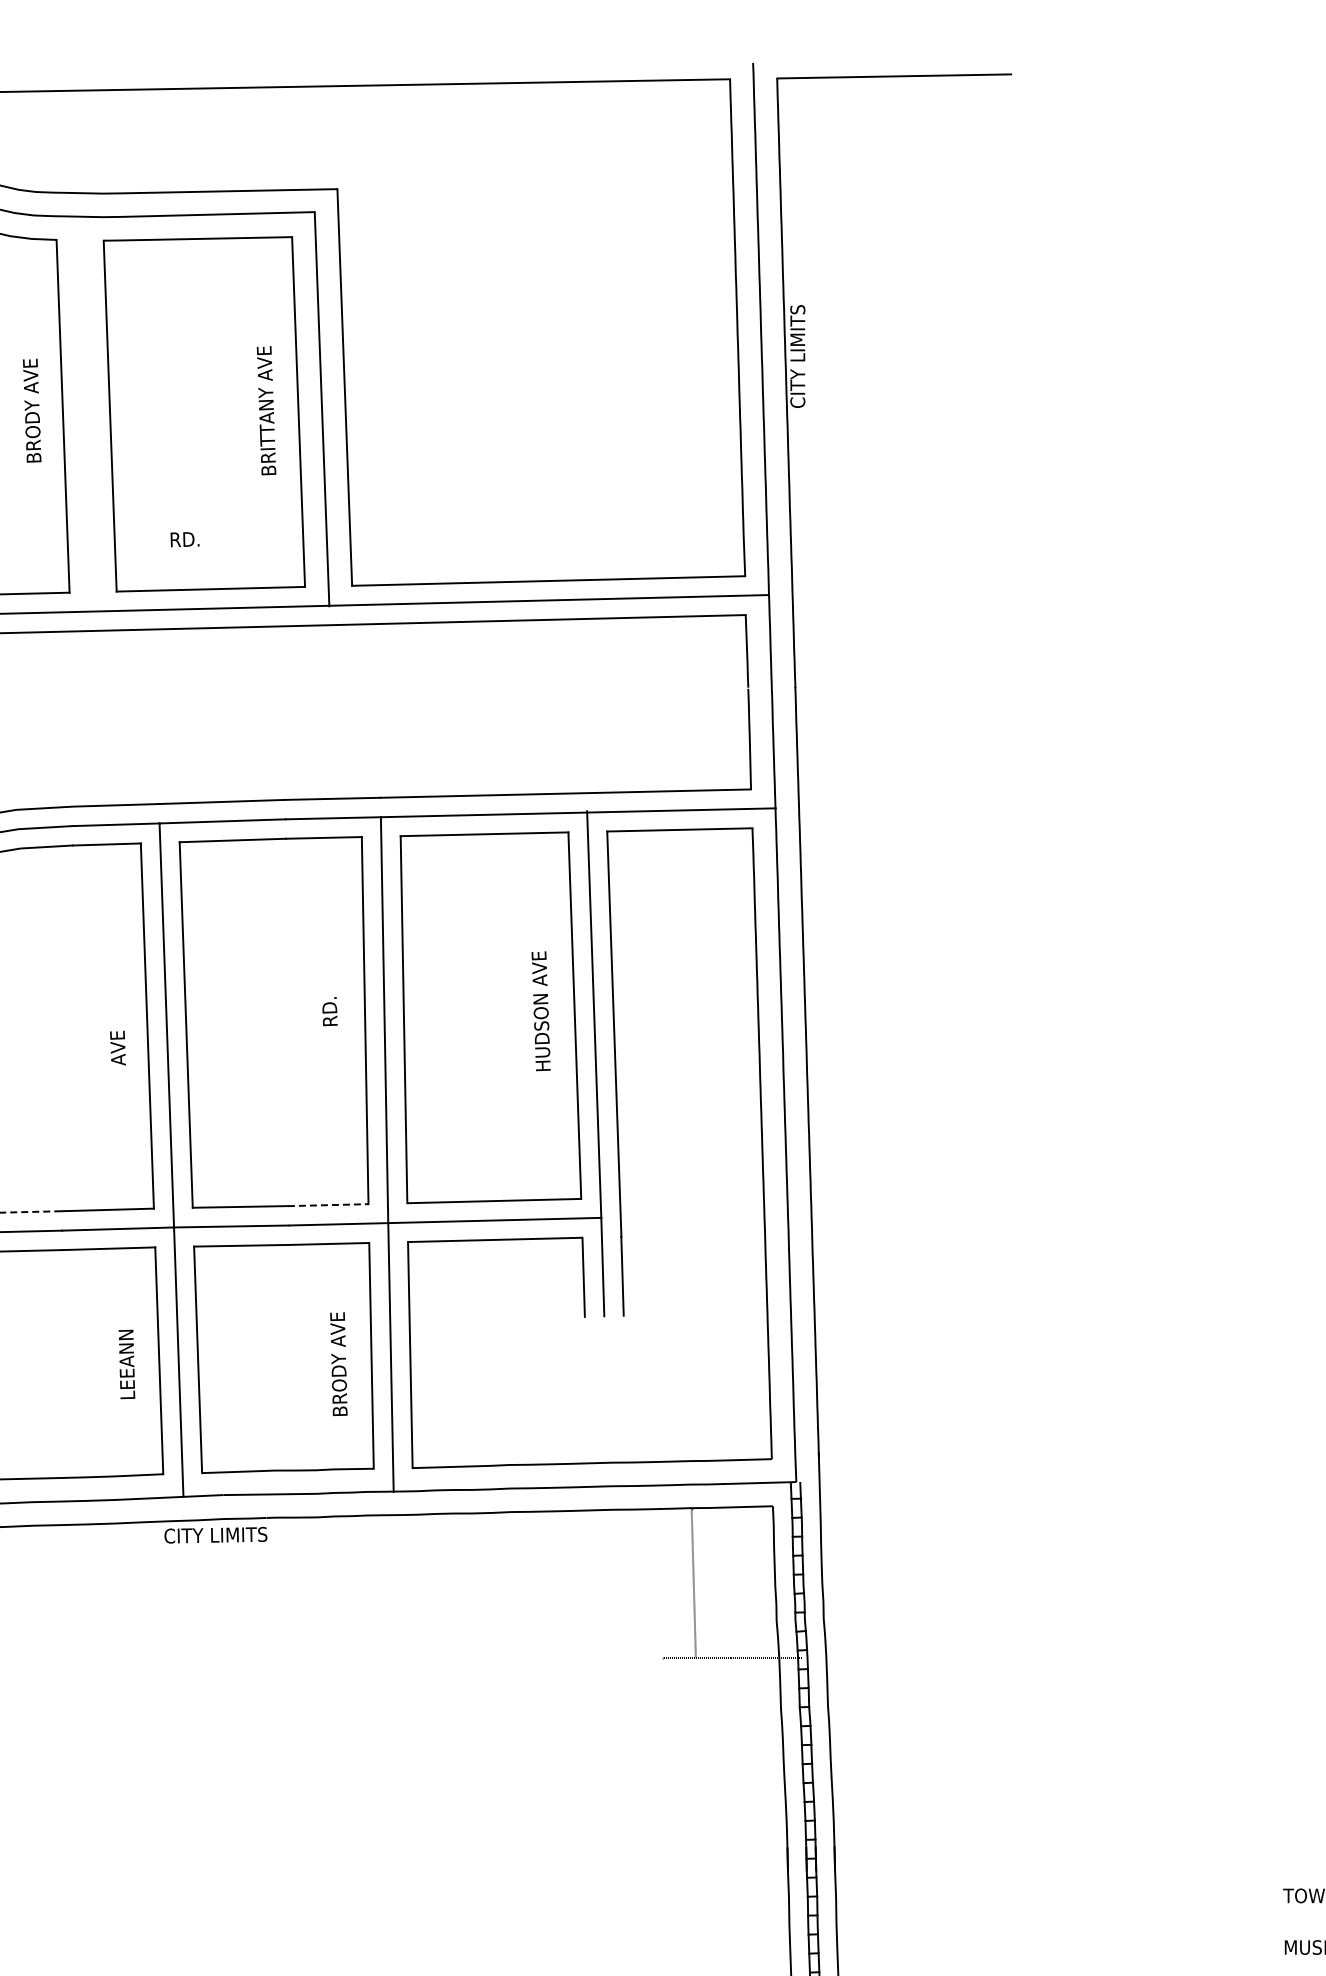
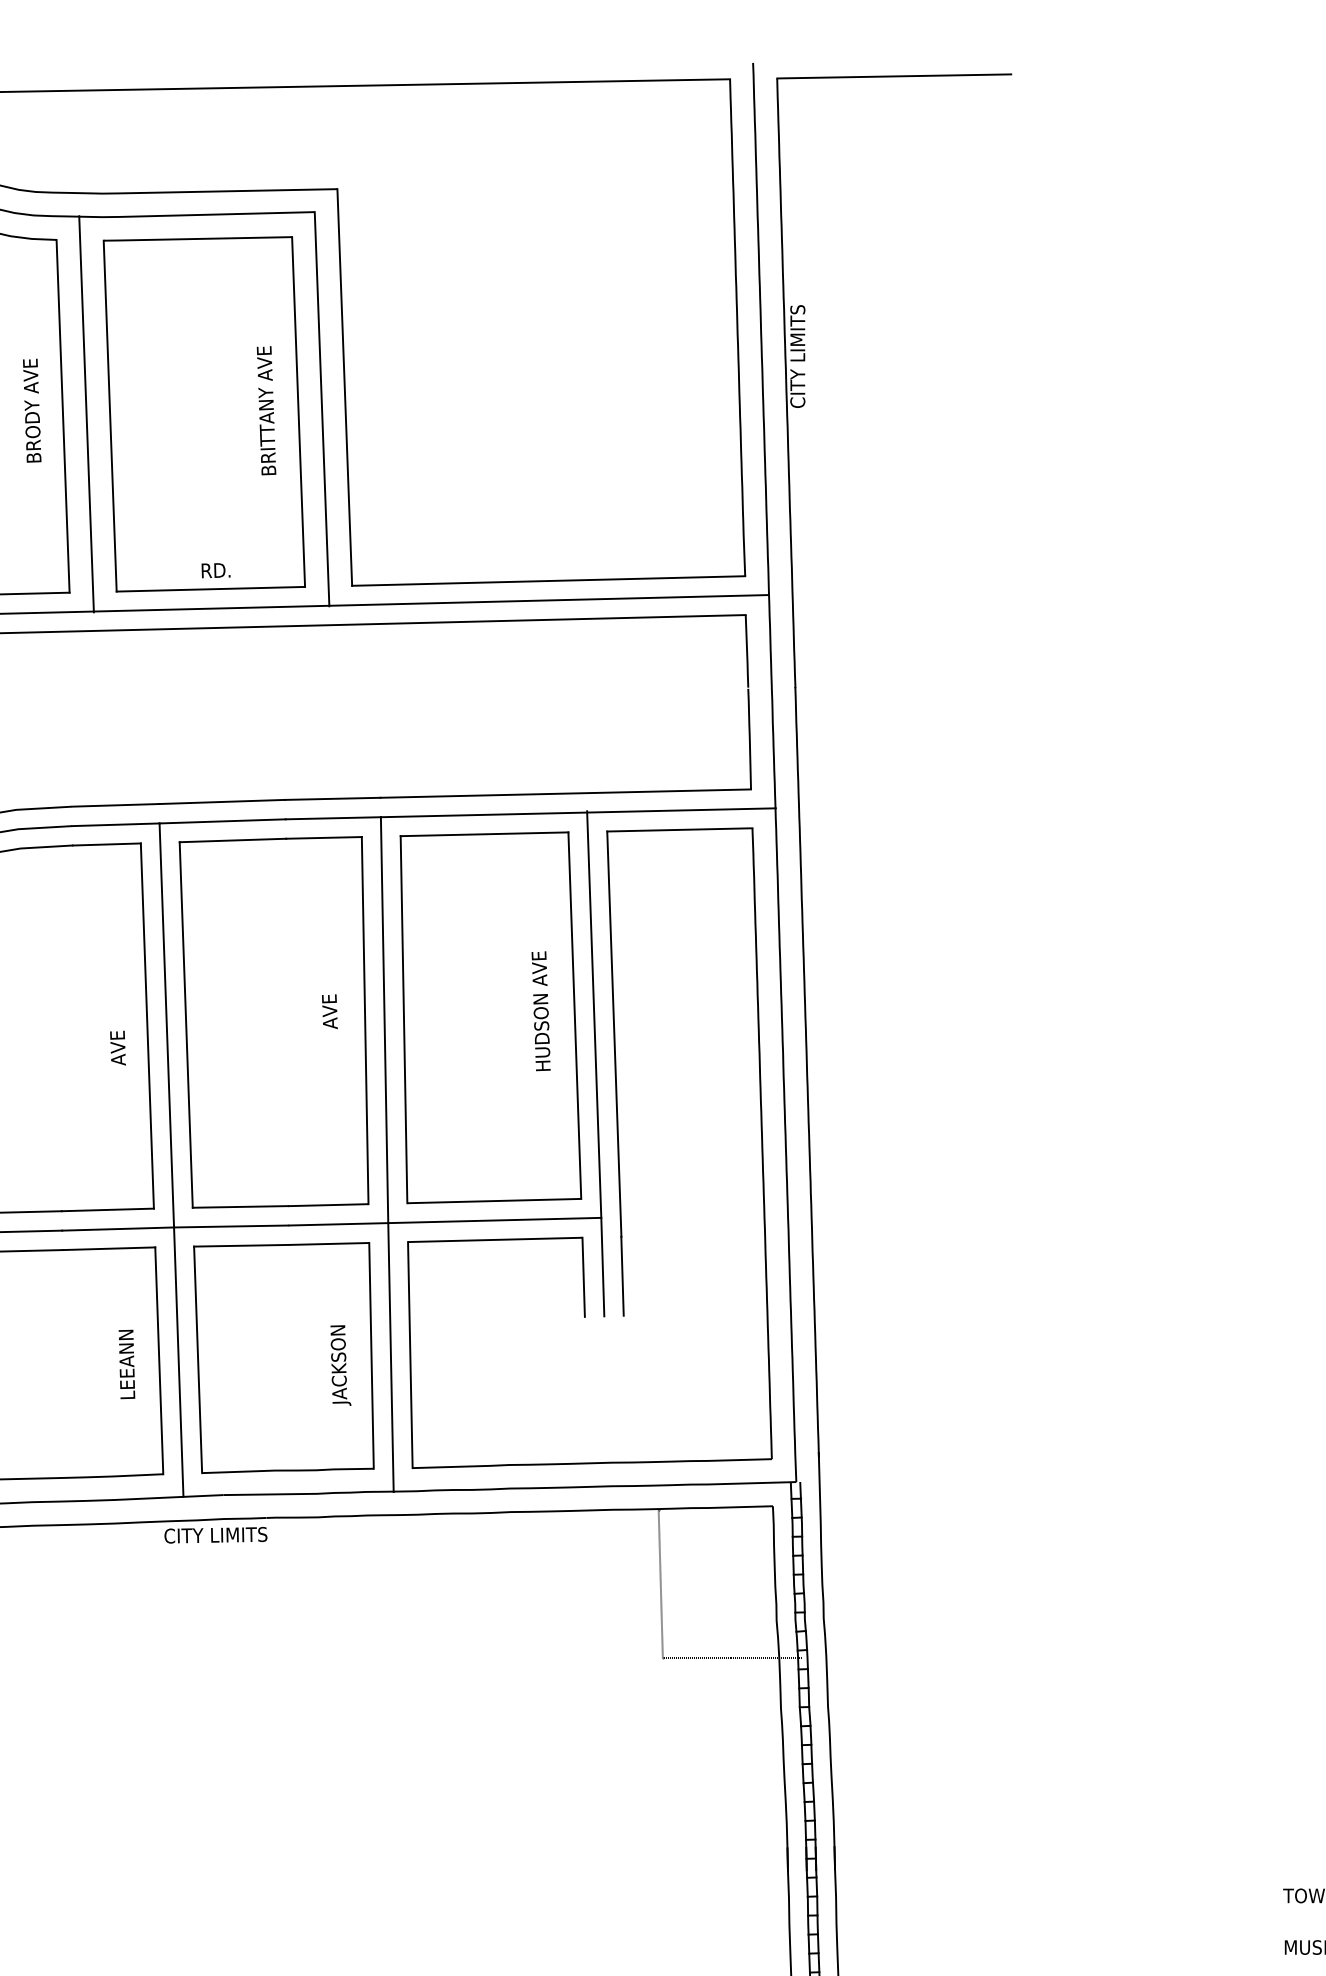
line at (86, 414): none -> present
text at (184, 539) position: (184, 539) -> (215, 570)
text at (329, 1011): RD. -> AVE
line at (328, 1205): dashed -> solid
line at (30, 1211): dashed -> solid
text at (340, 1364): BRODY AVE -> JACKSON
line at (693, 1583) position: (693, 1583) -> (660, 1584)
